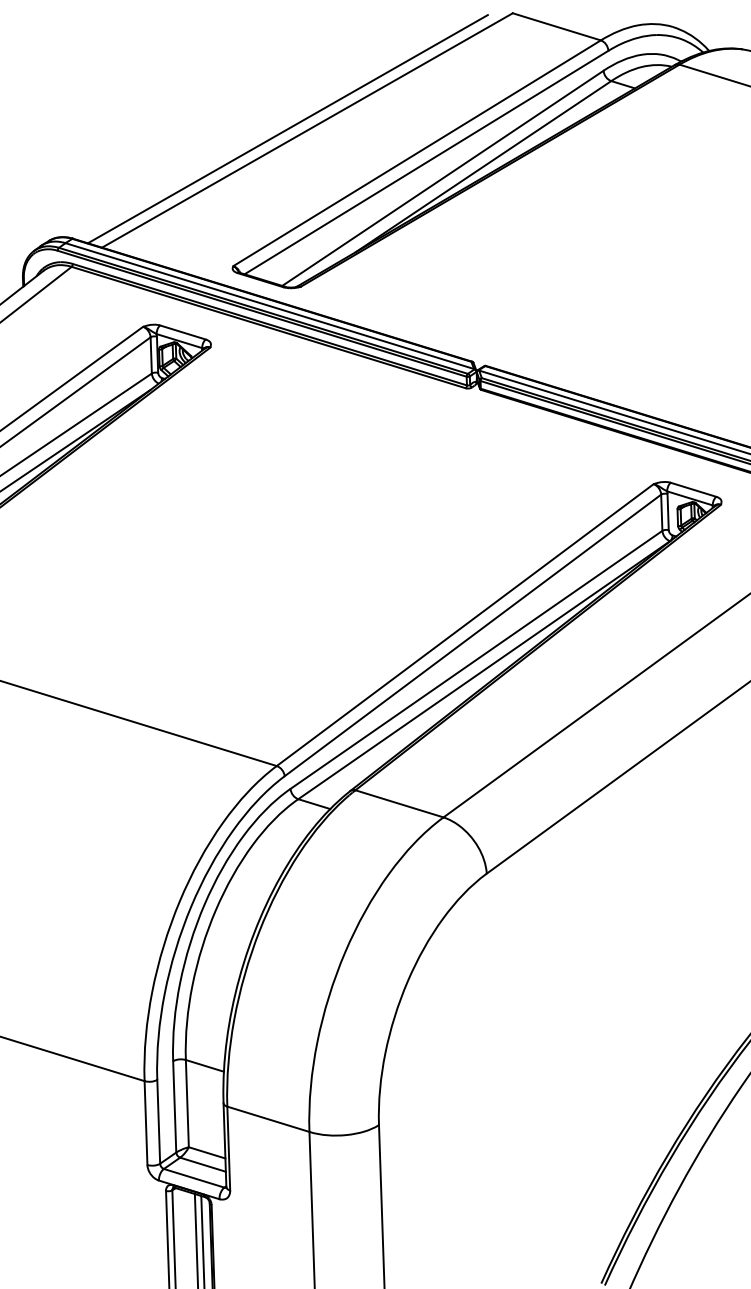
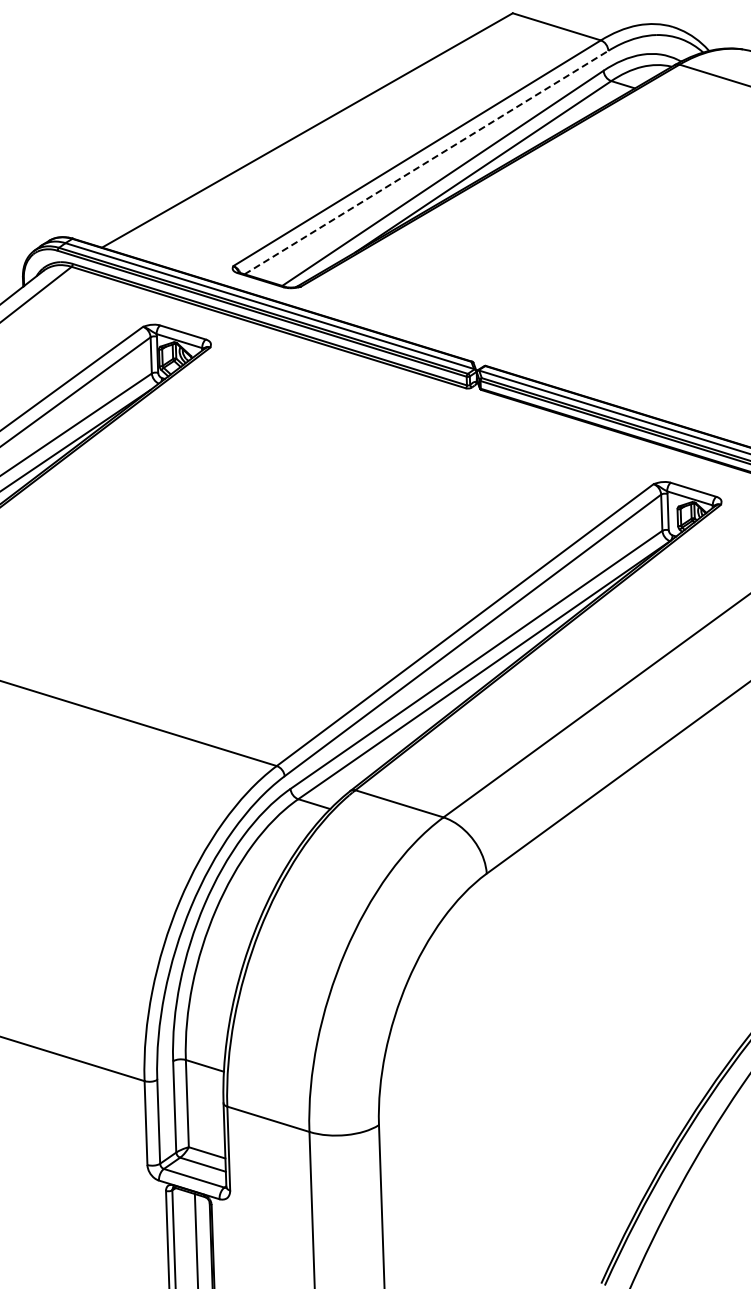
line at (287, 129): present -> none
line at (426, 162): solid -> dashed
line at (202, 1240): present -> none
